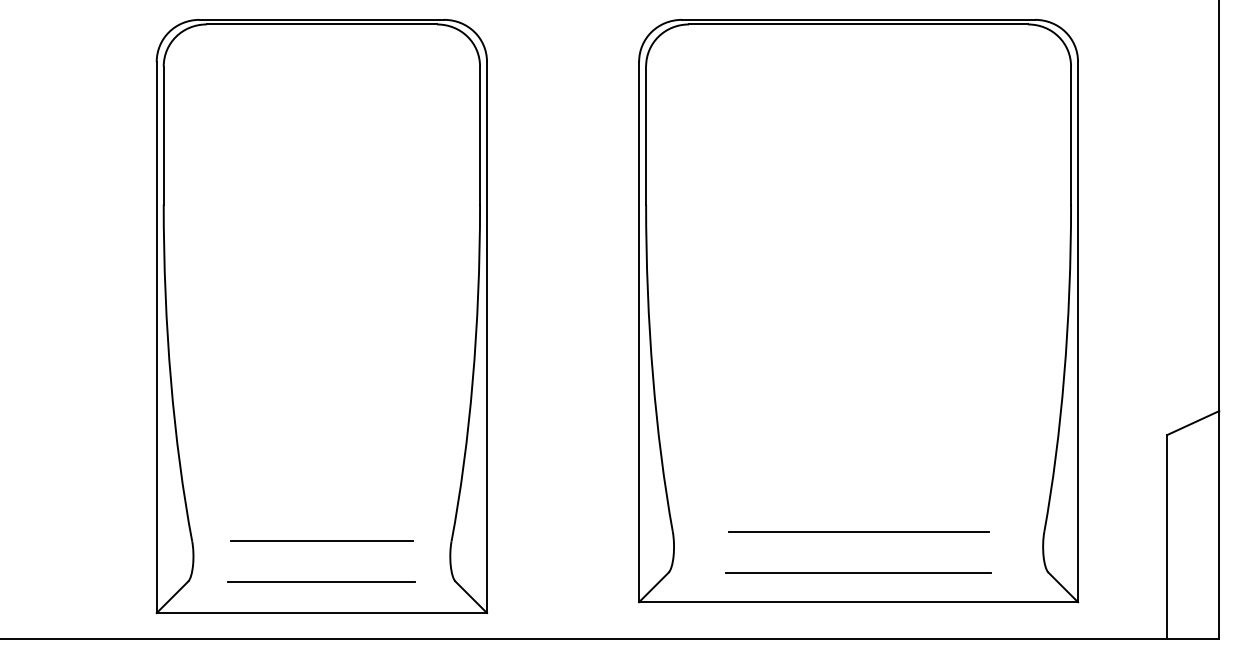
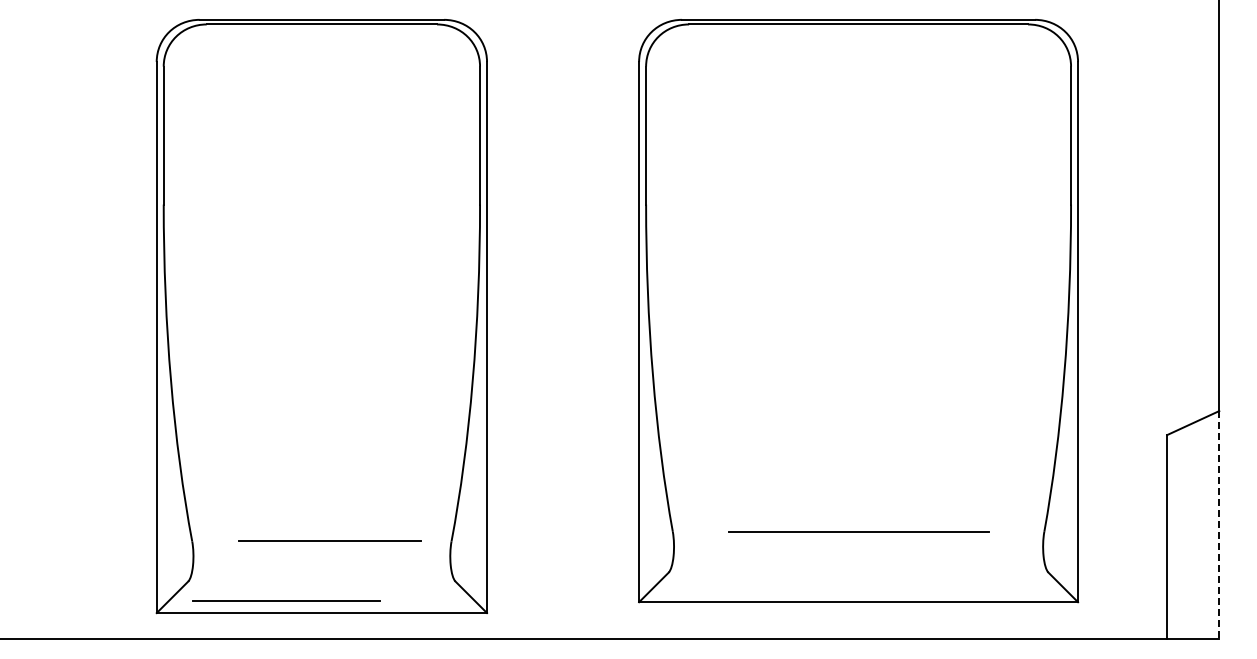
line at (1219, 525): solid -> dashed
line at (321, 540) position: (321, 540) -> (329, 540)
line at (858, 572): present -> none
line at (321, 581) position: (321, 581) -> (286, 600)
